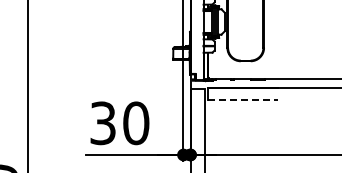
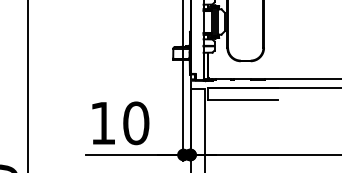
line at (243, 99): dashed -> solid
text at (102, 123): 30 -> 10
